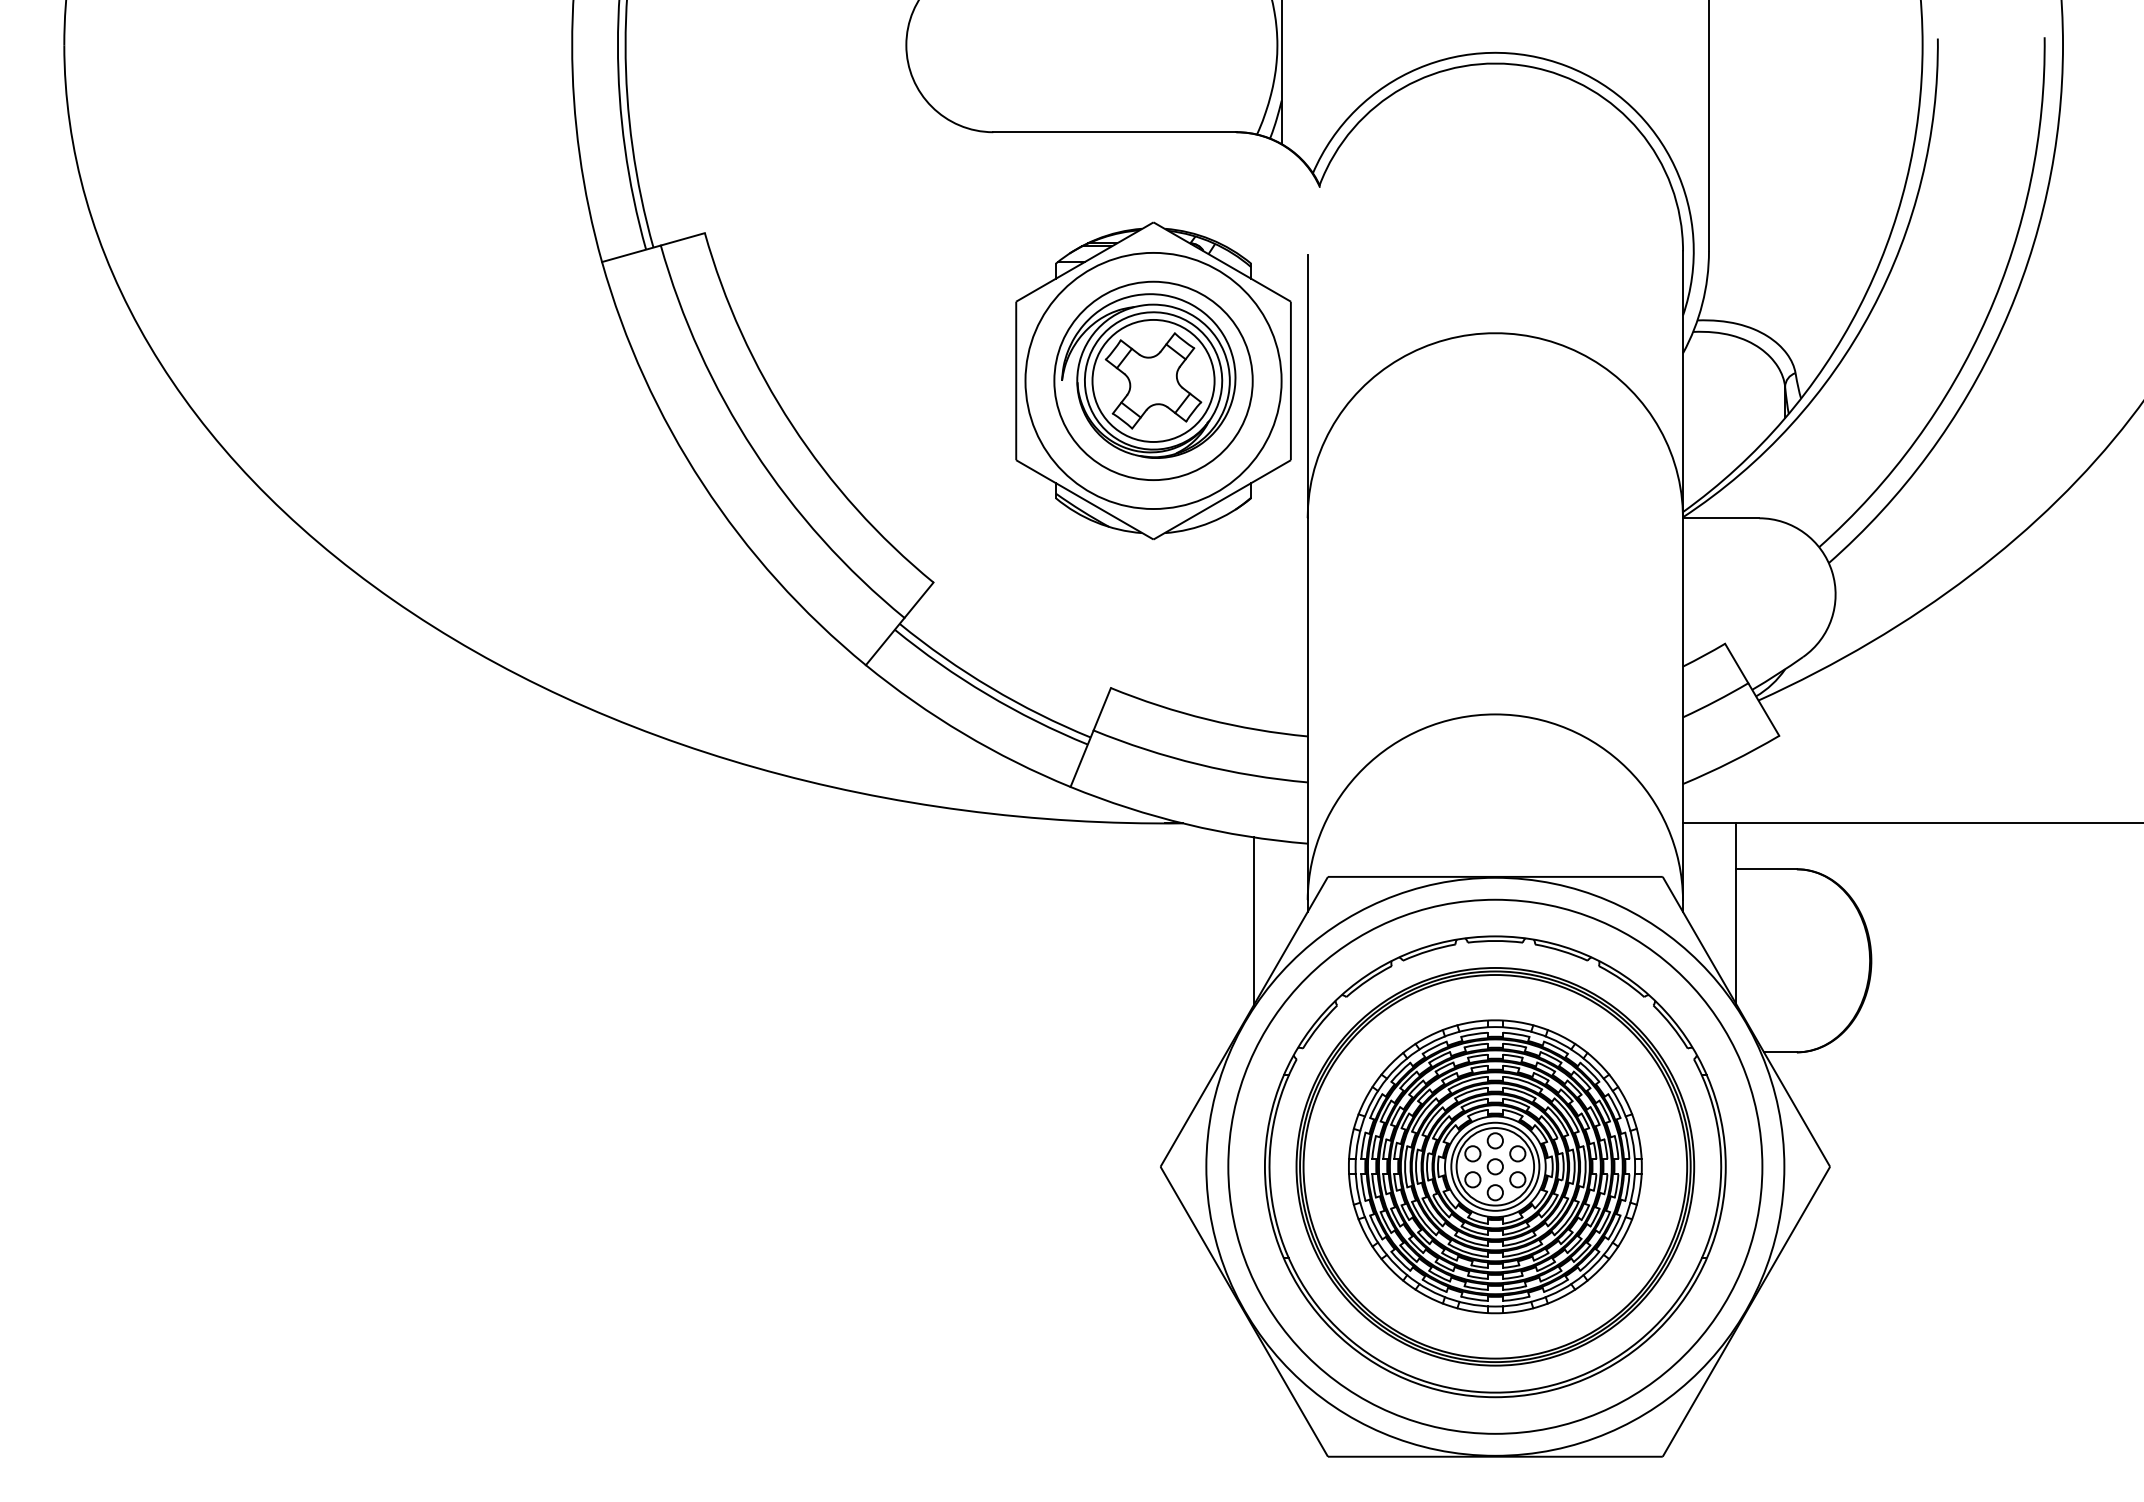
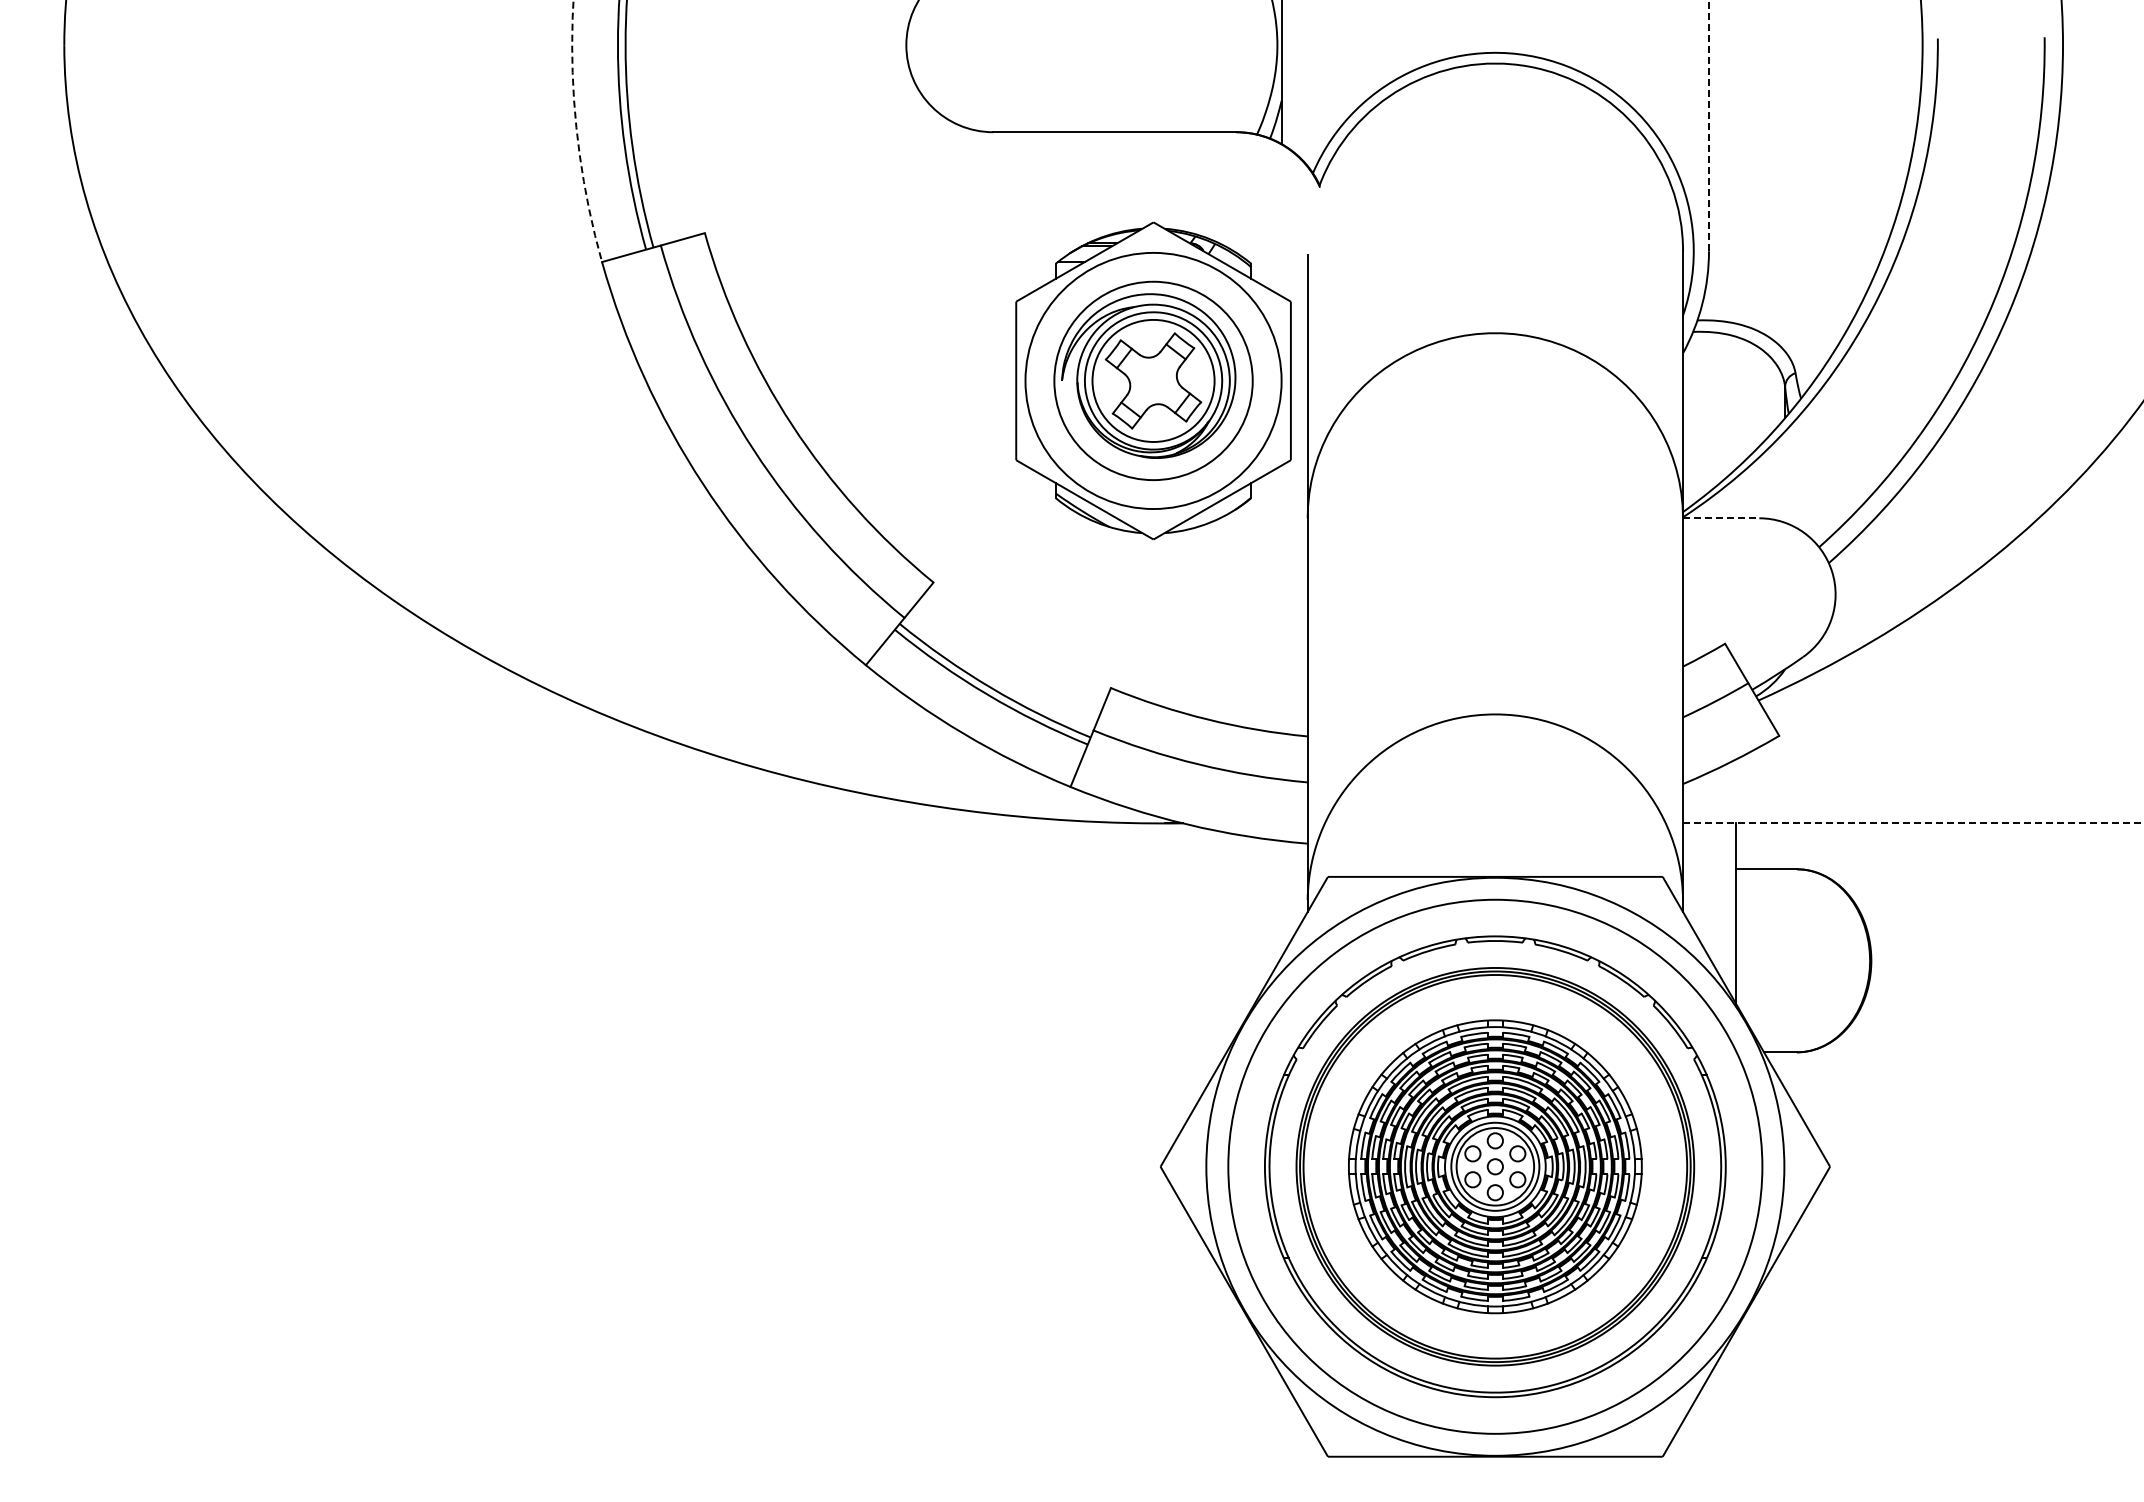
line at (1708, 125): solid -> dashed
arc at (576, 132): solid -> dashed
line at (1721, 518): solid -> dashed
line at (1913, 823): solid -> dashed
line at (1254, 920): present -> none
